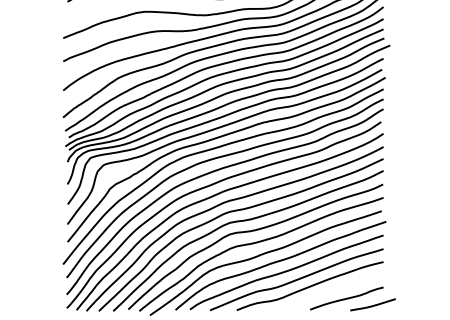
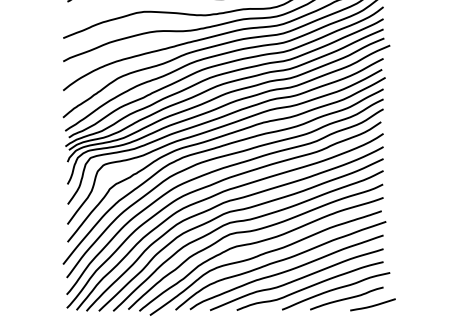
curve at (336, 289): none -> present
